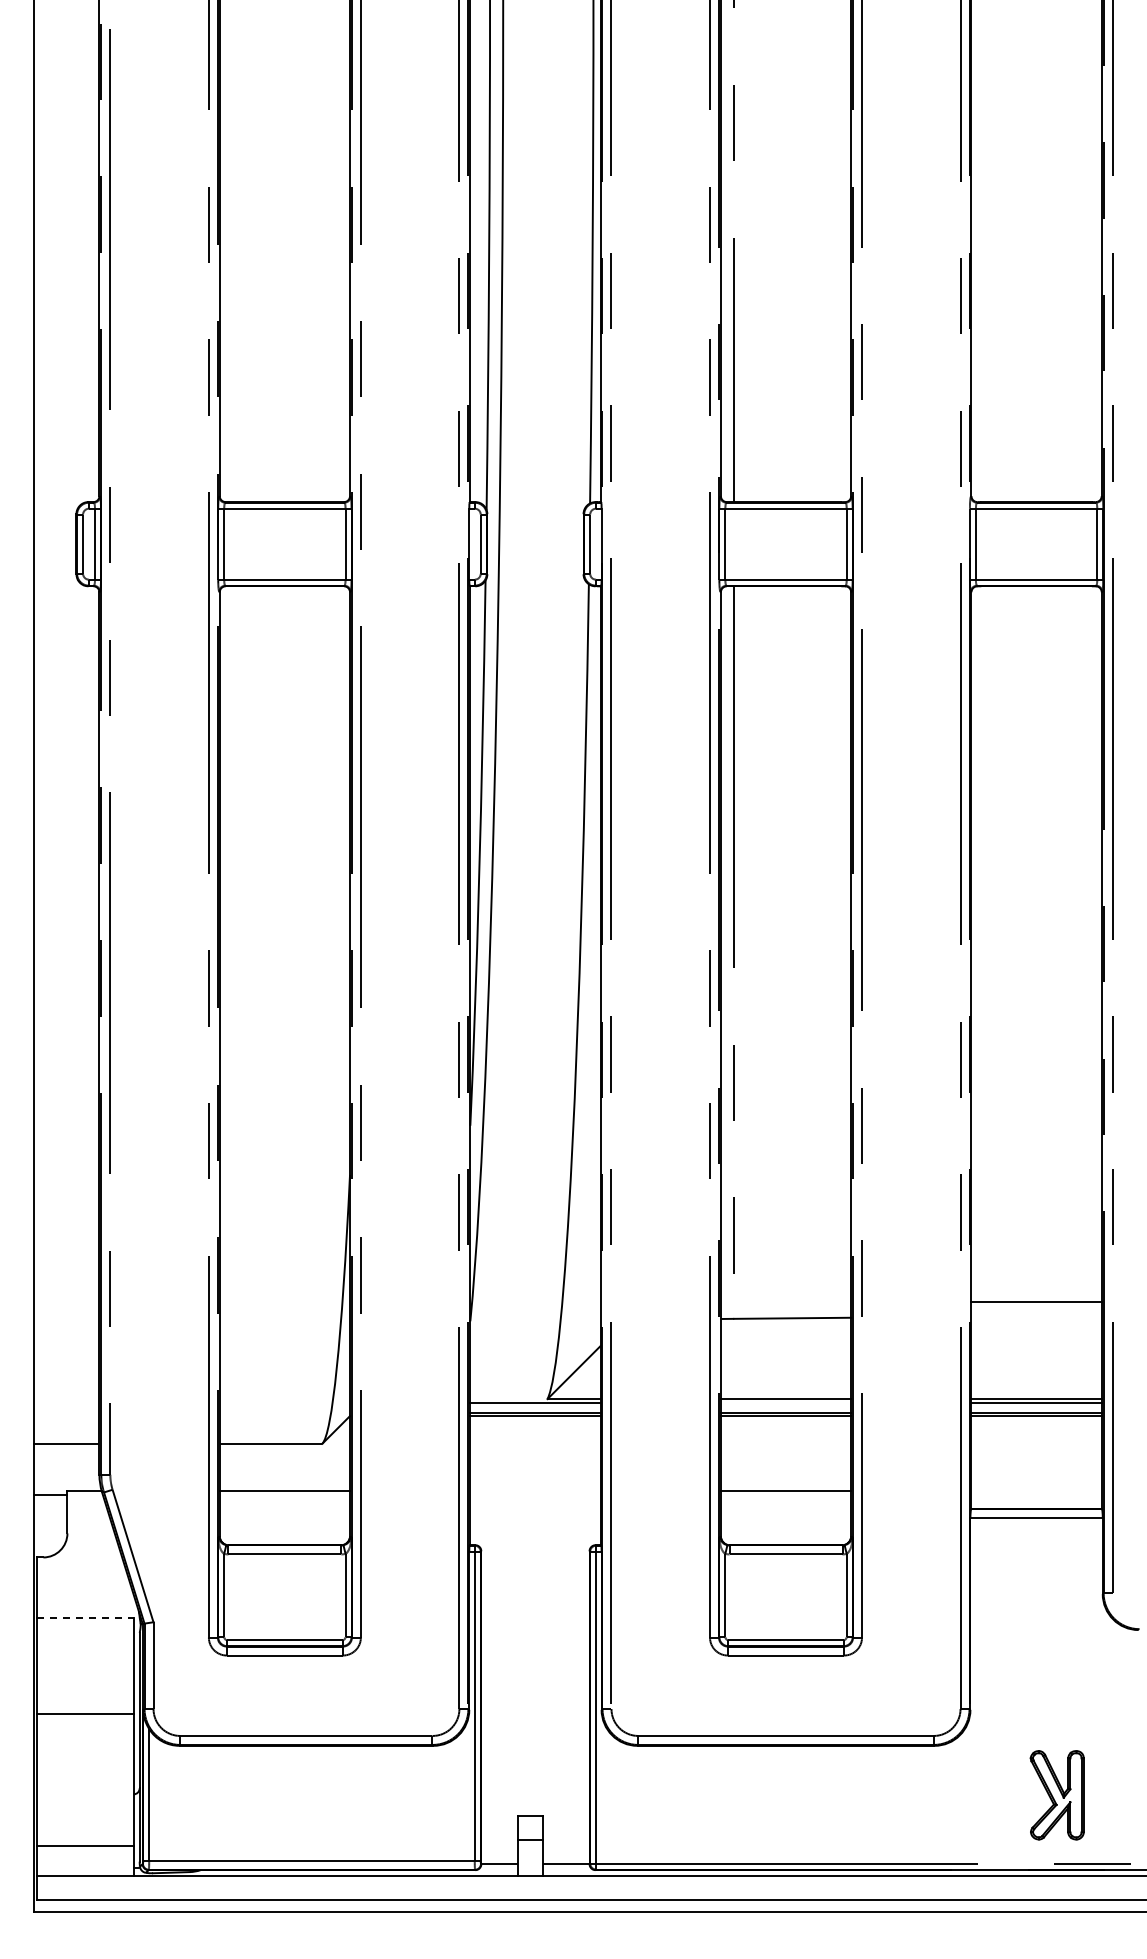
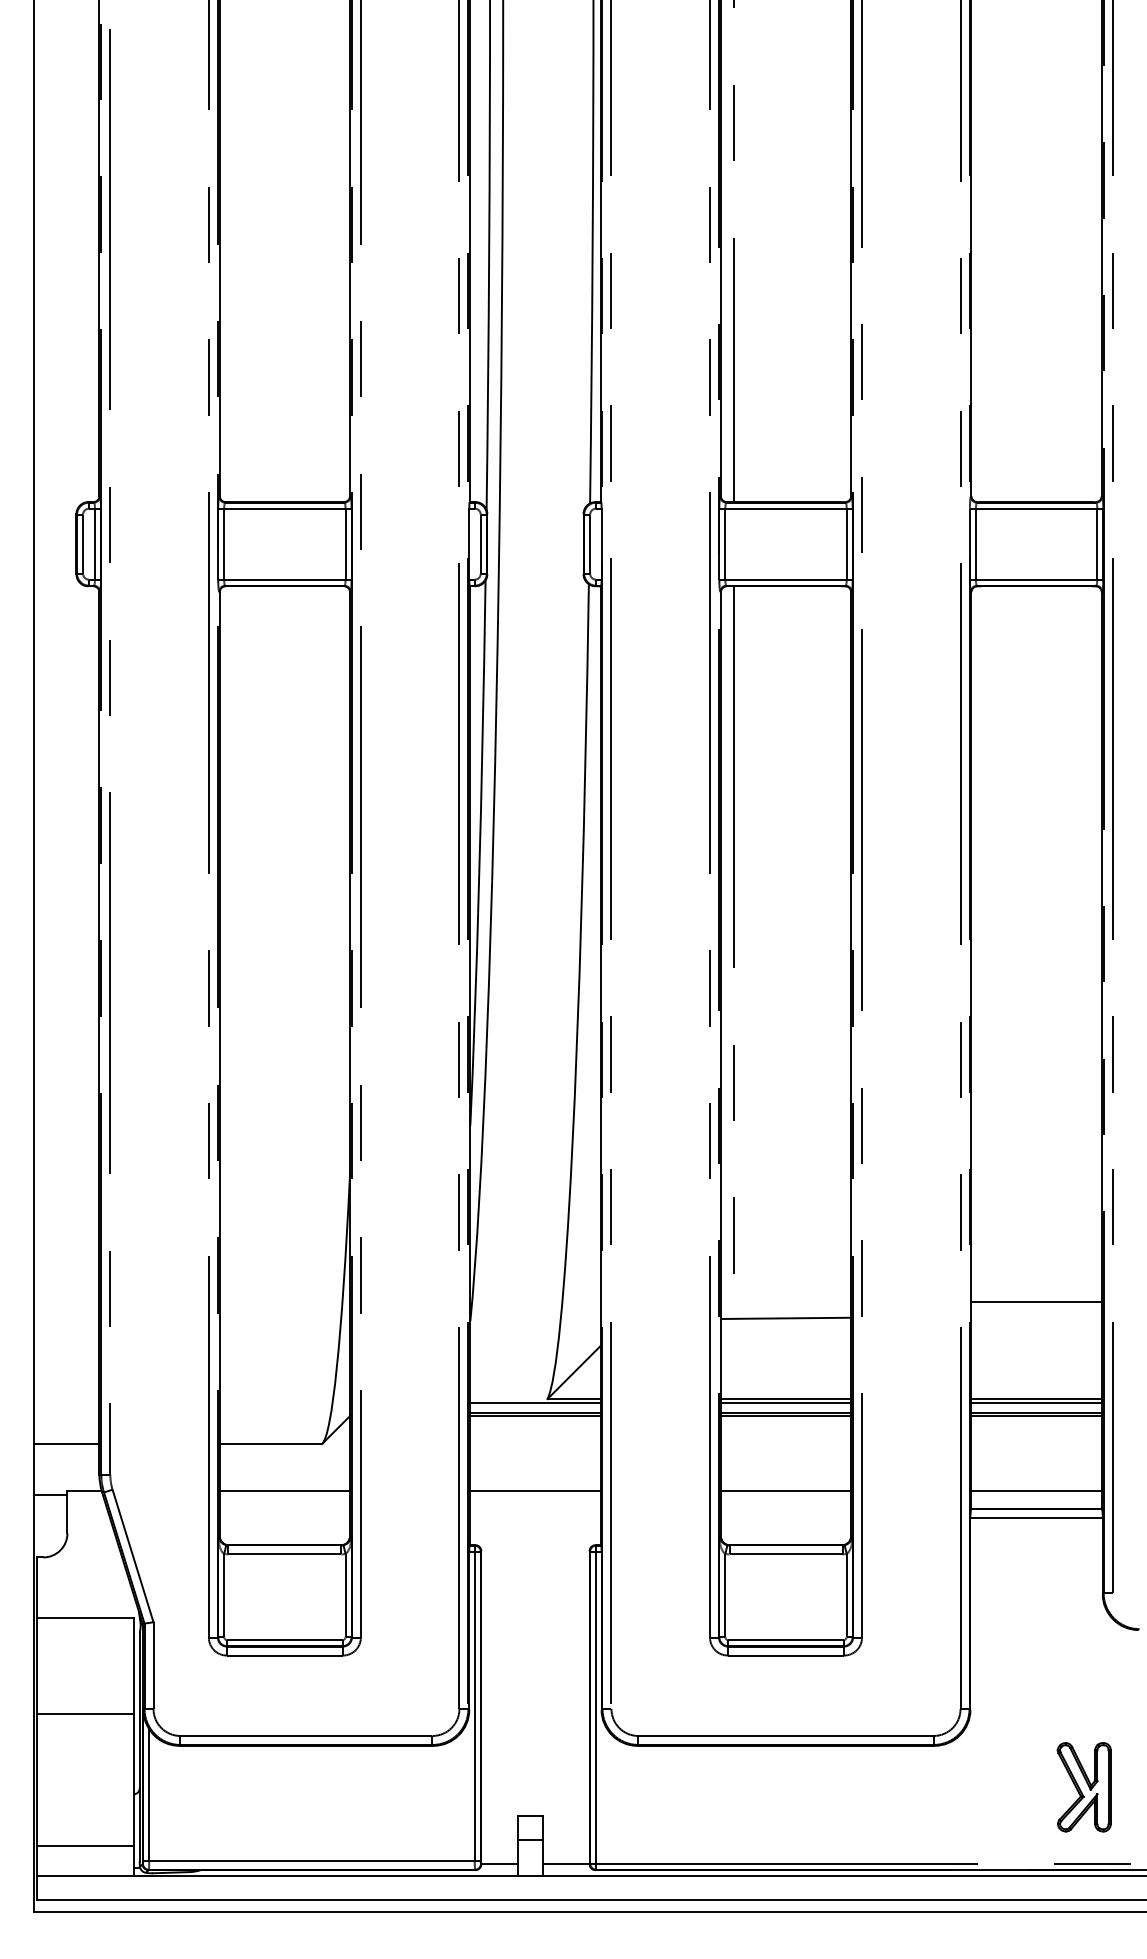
line at (785, 1402): none -> present
line at (535, 1491): none -> present
line at (1036, 1491): none -> present
line at (85, 1617): dashed -> solid
part at (1056, 1795) position: (1056, 1795) -> (1083, 1787)
